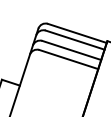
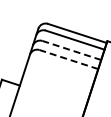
line at (71, 50): solid -> dashed
line at (68, 59): solid -> dashed
